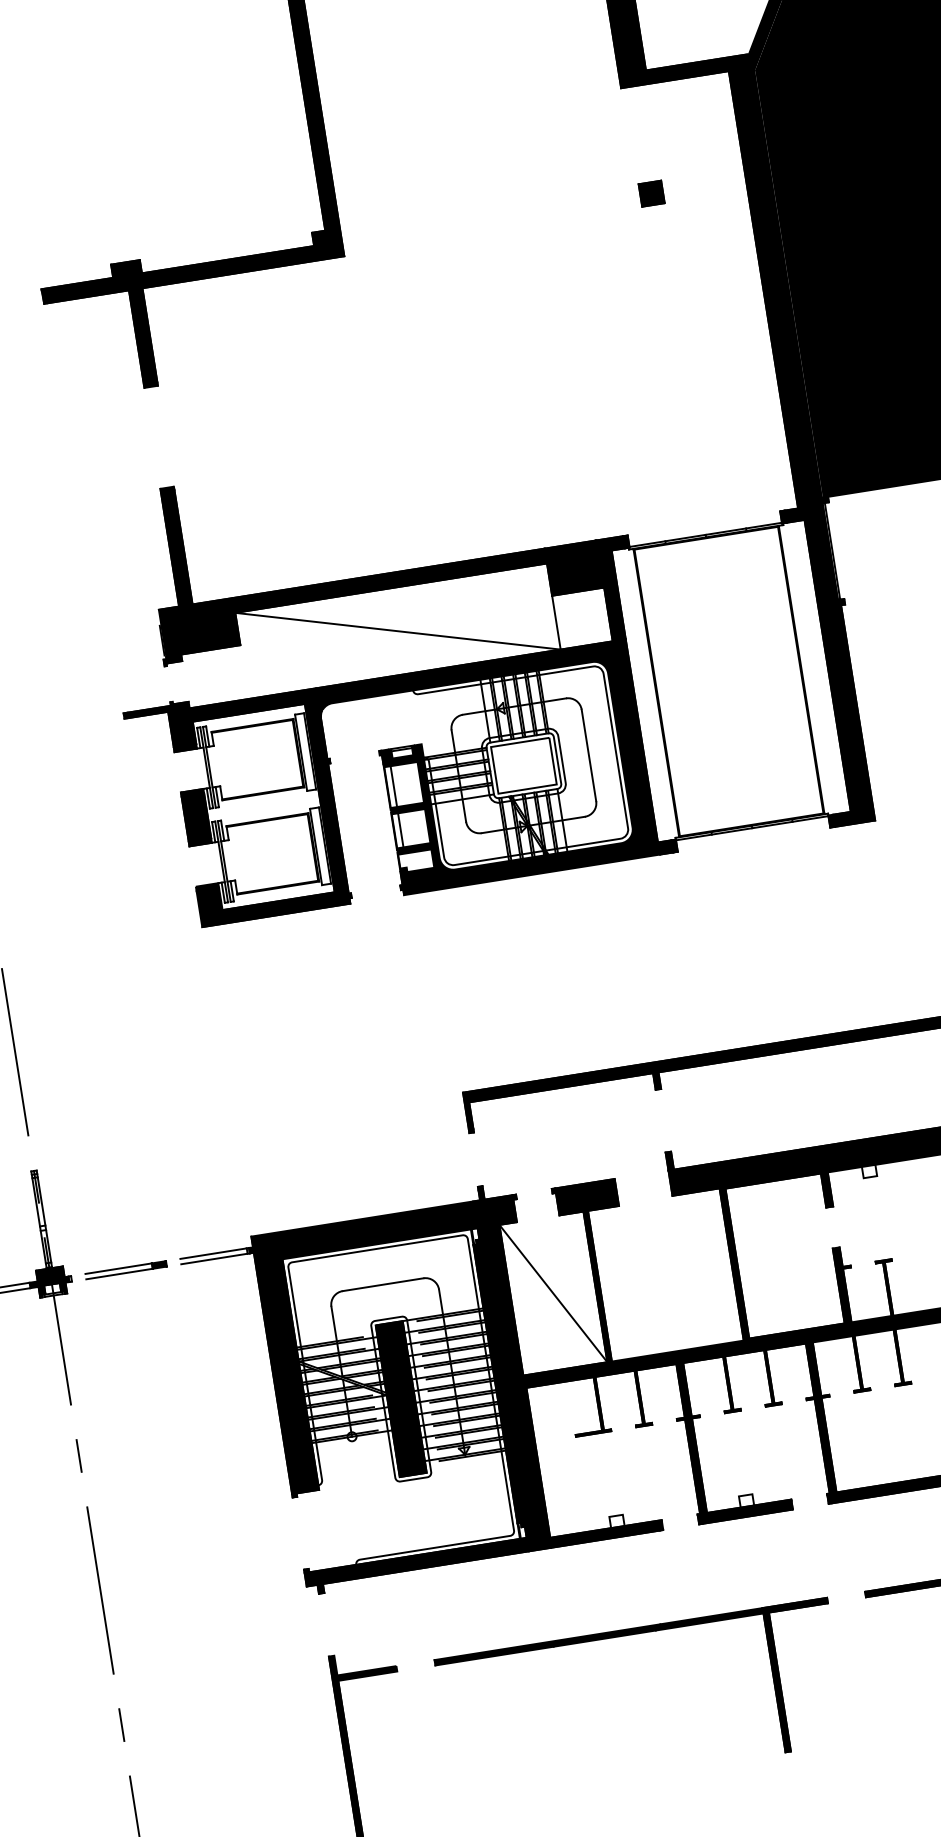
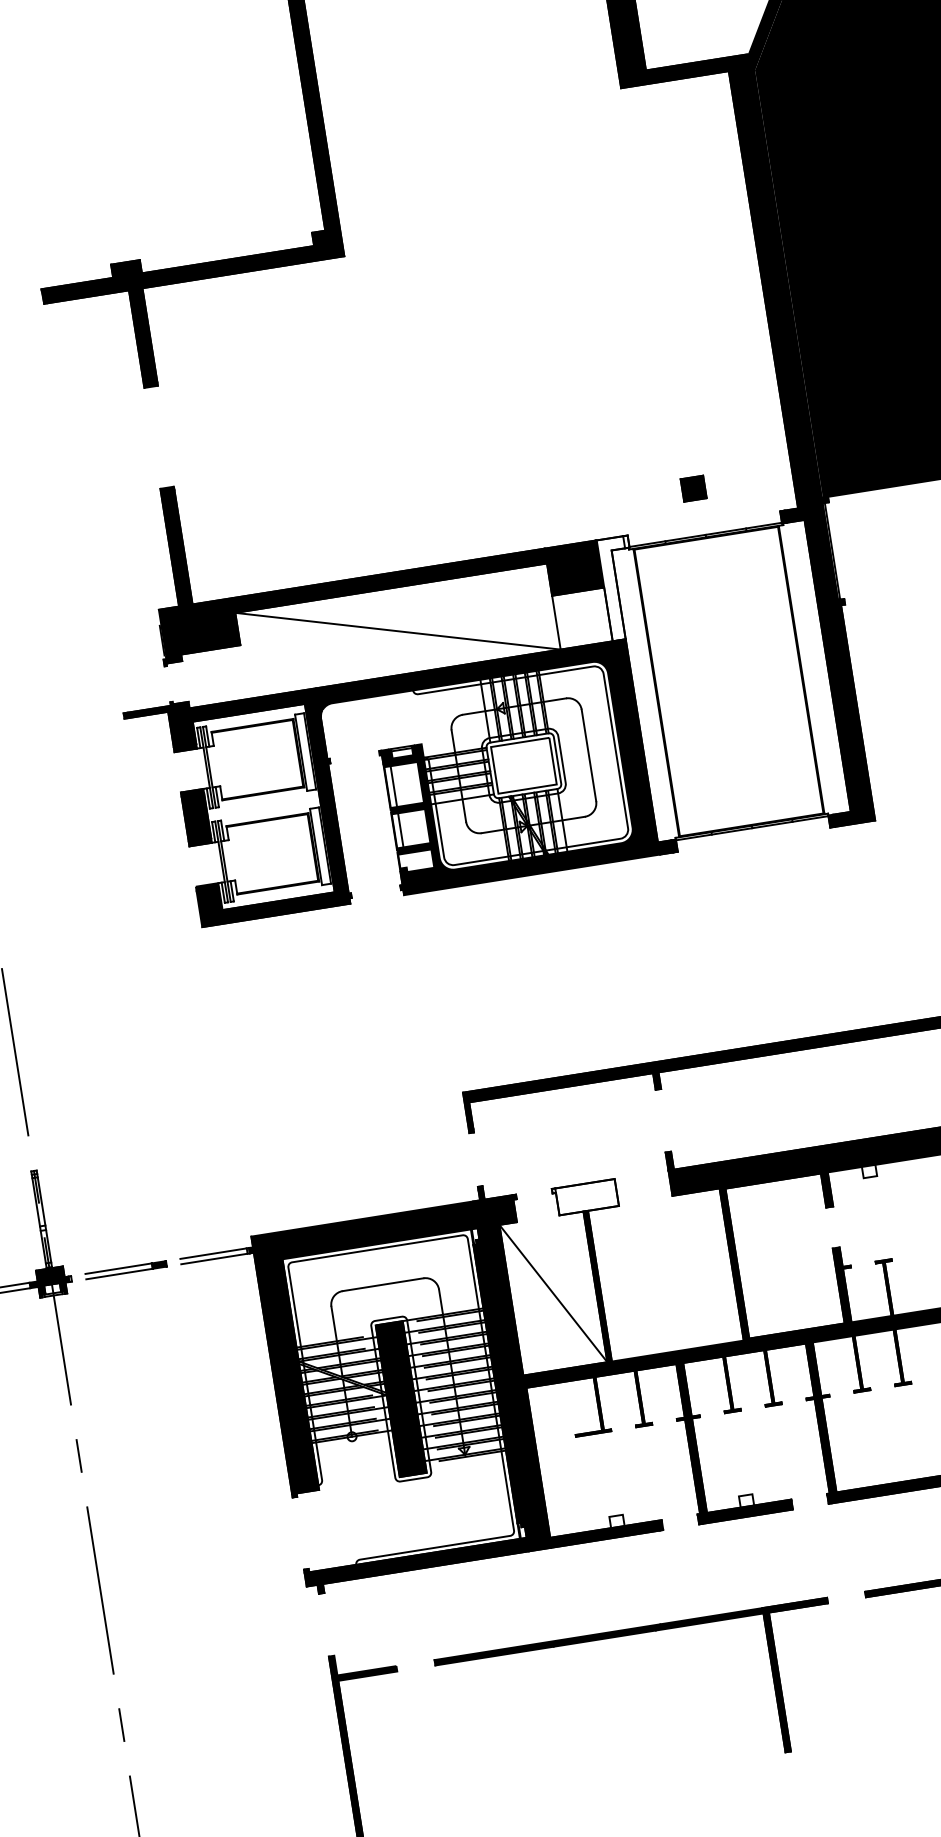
part at (651, 193) position: (651, 193) -> (693, 488)
fill at (612, 588): present -> none
fill at (584, 1197): present -> none
